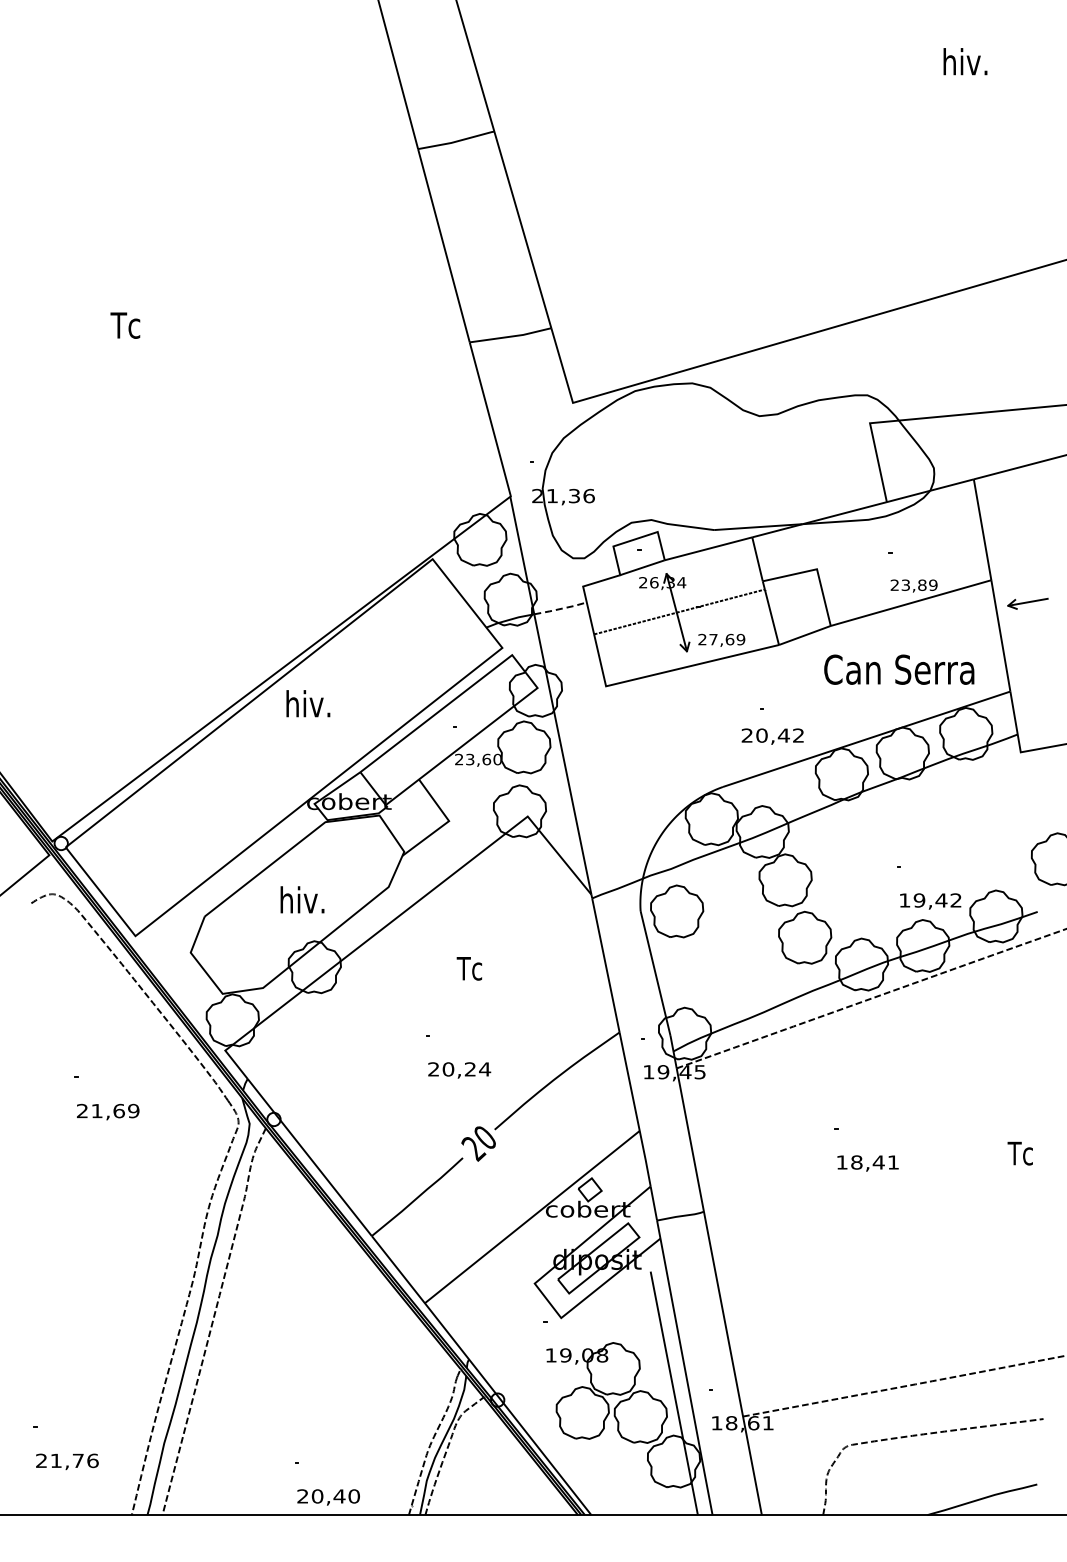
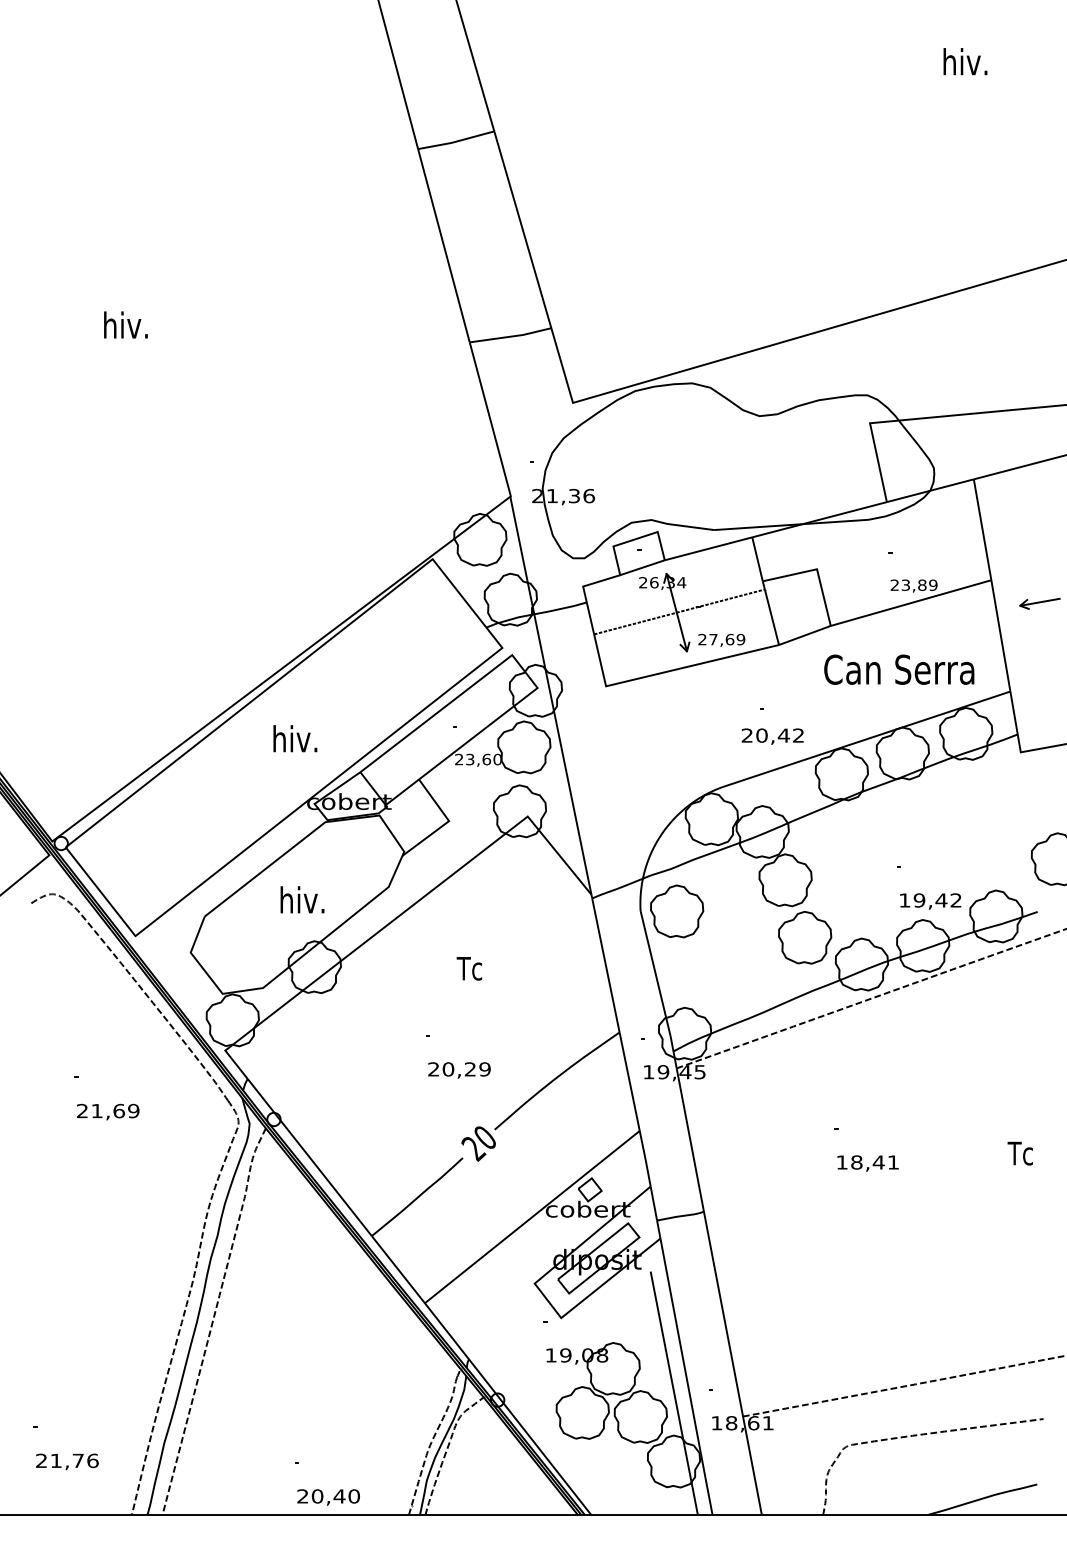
text at (125, 324): Tc -> hiv.
part at (1027, 603) position: (1027, 603) -> (1039, 603)
line at (561, 608): dashed -> solid
text at (308, 703) position: (308, 703) -> (295, 738)
text at (485, 1069): 20,24 -> 20,29
